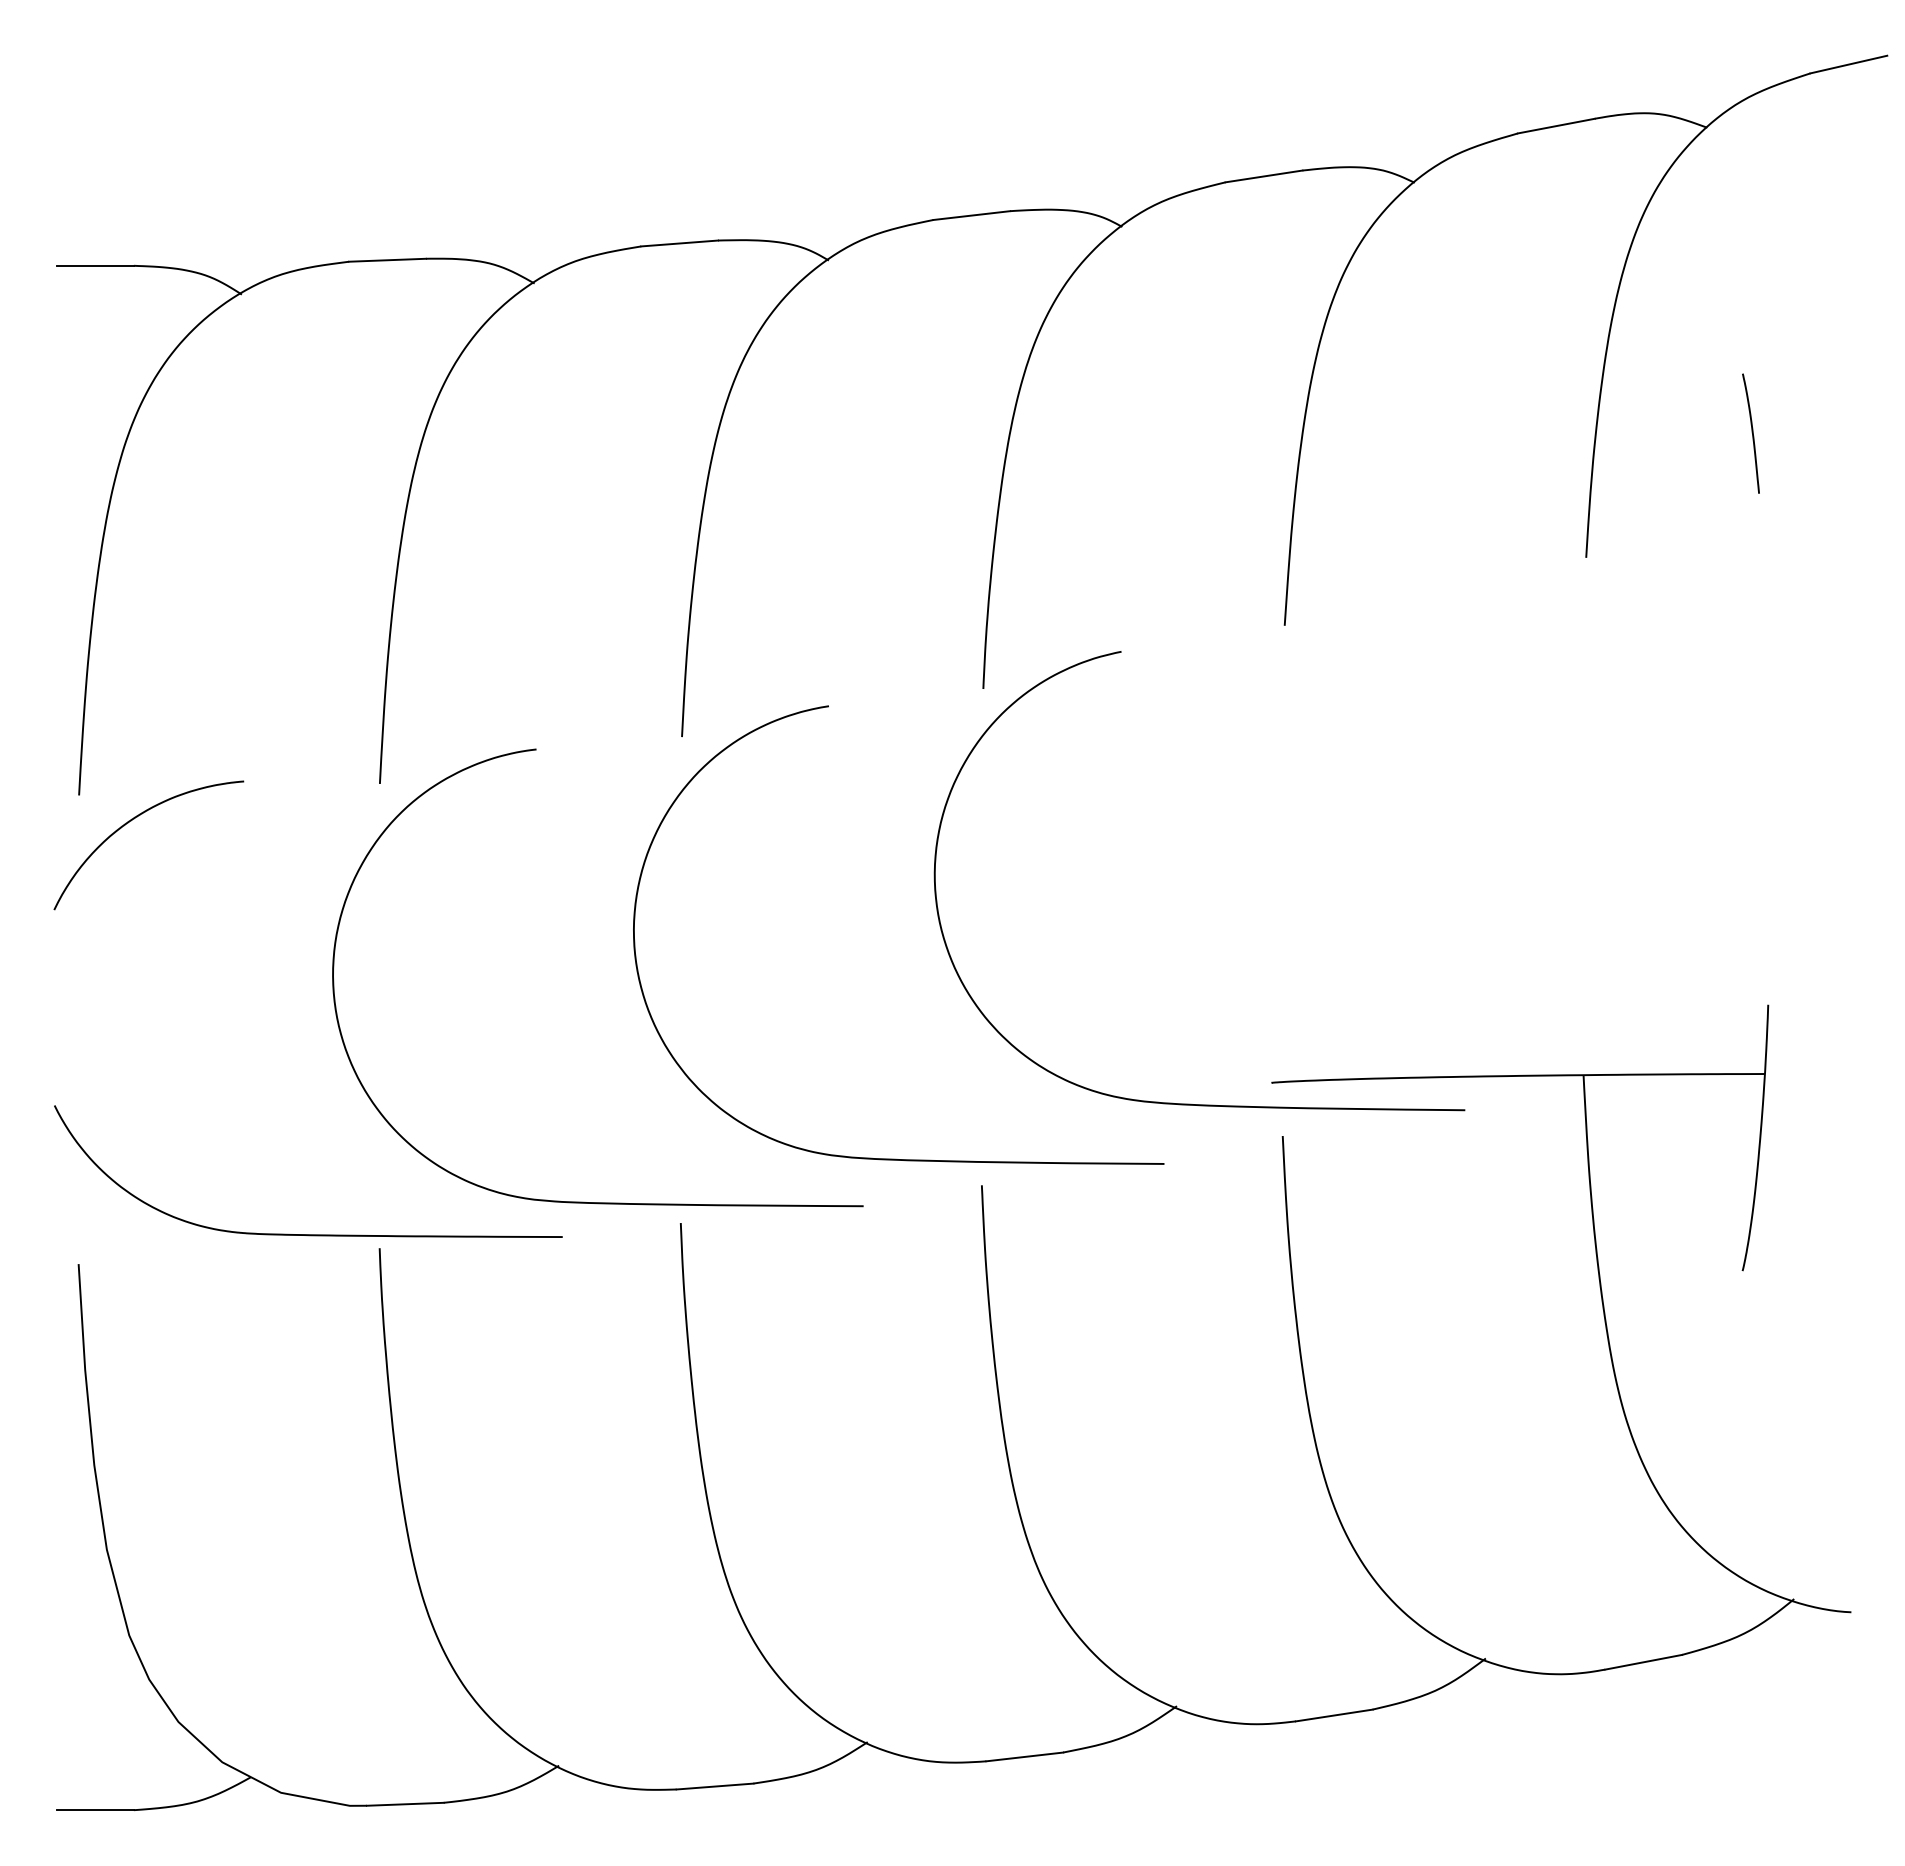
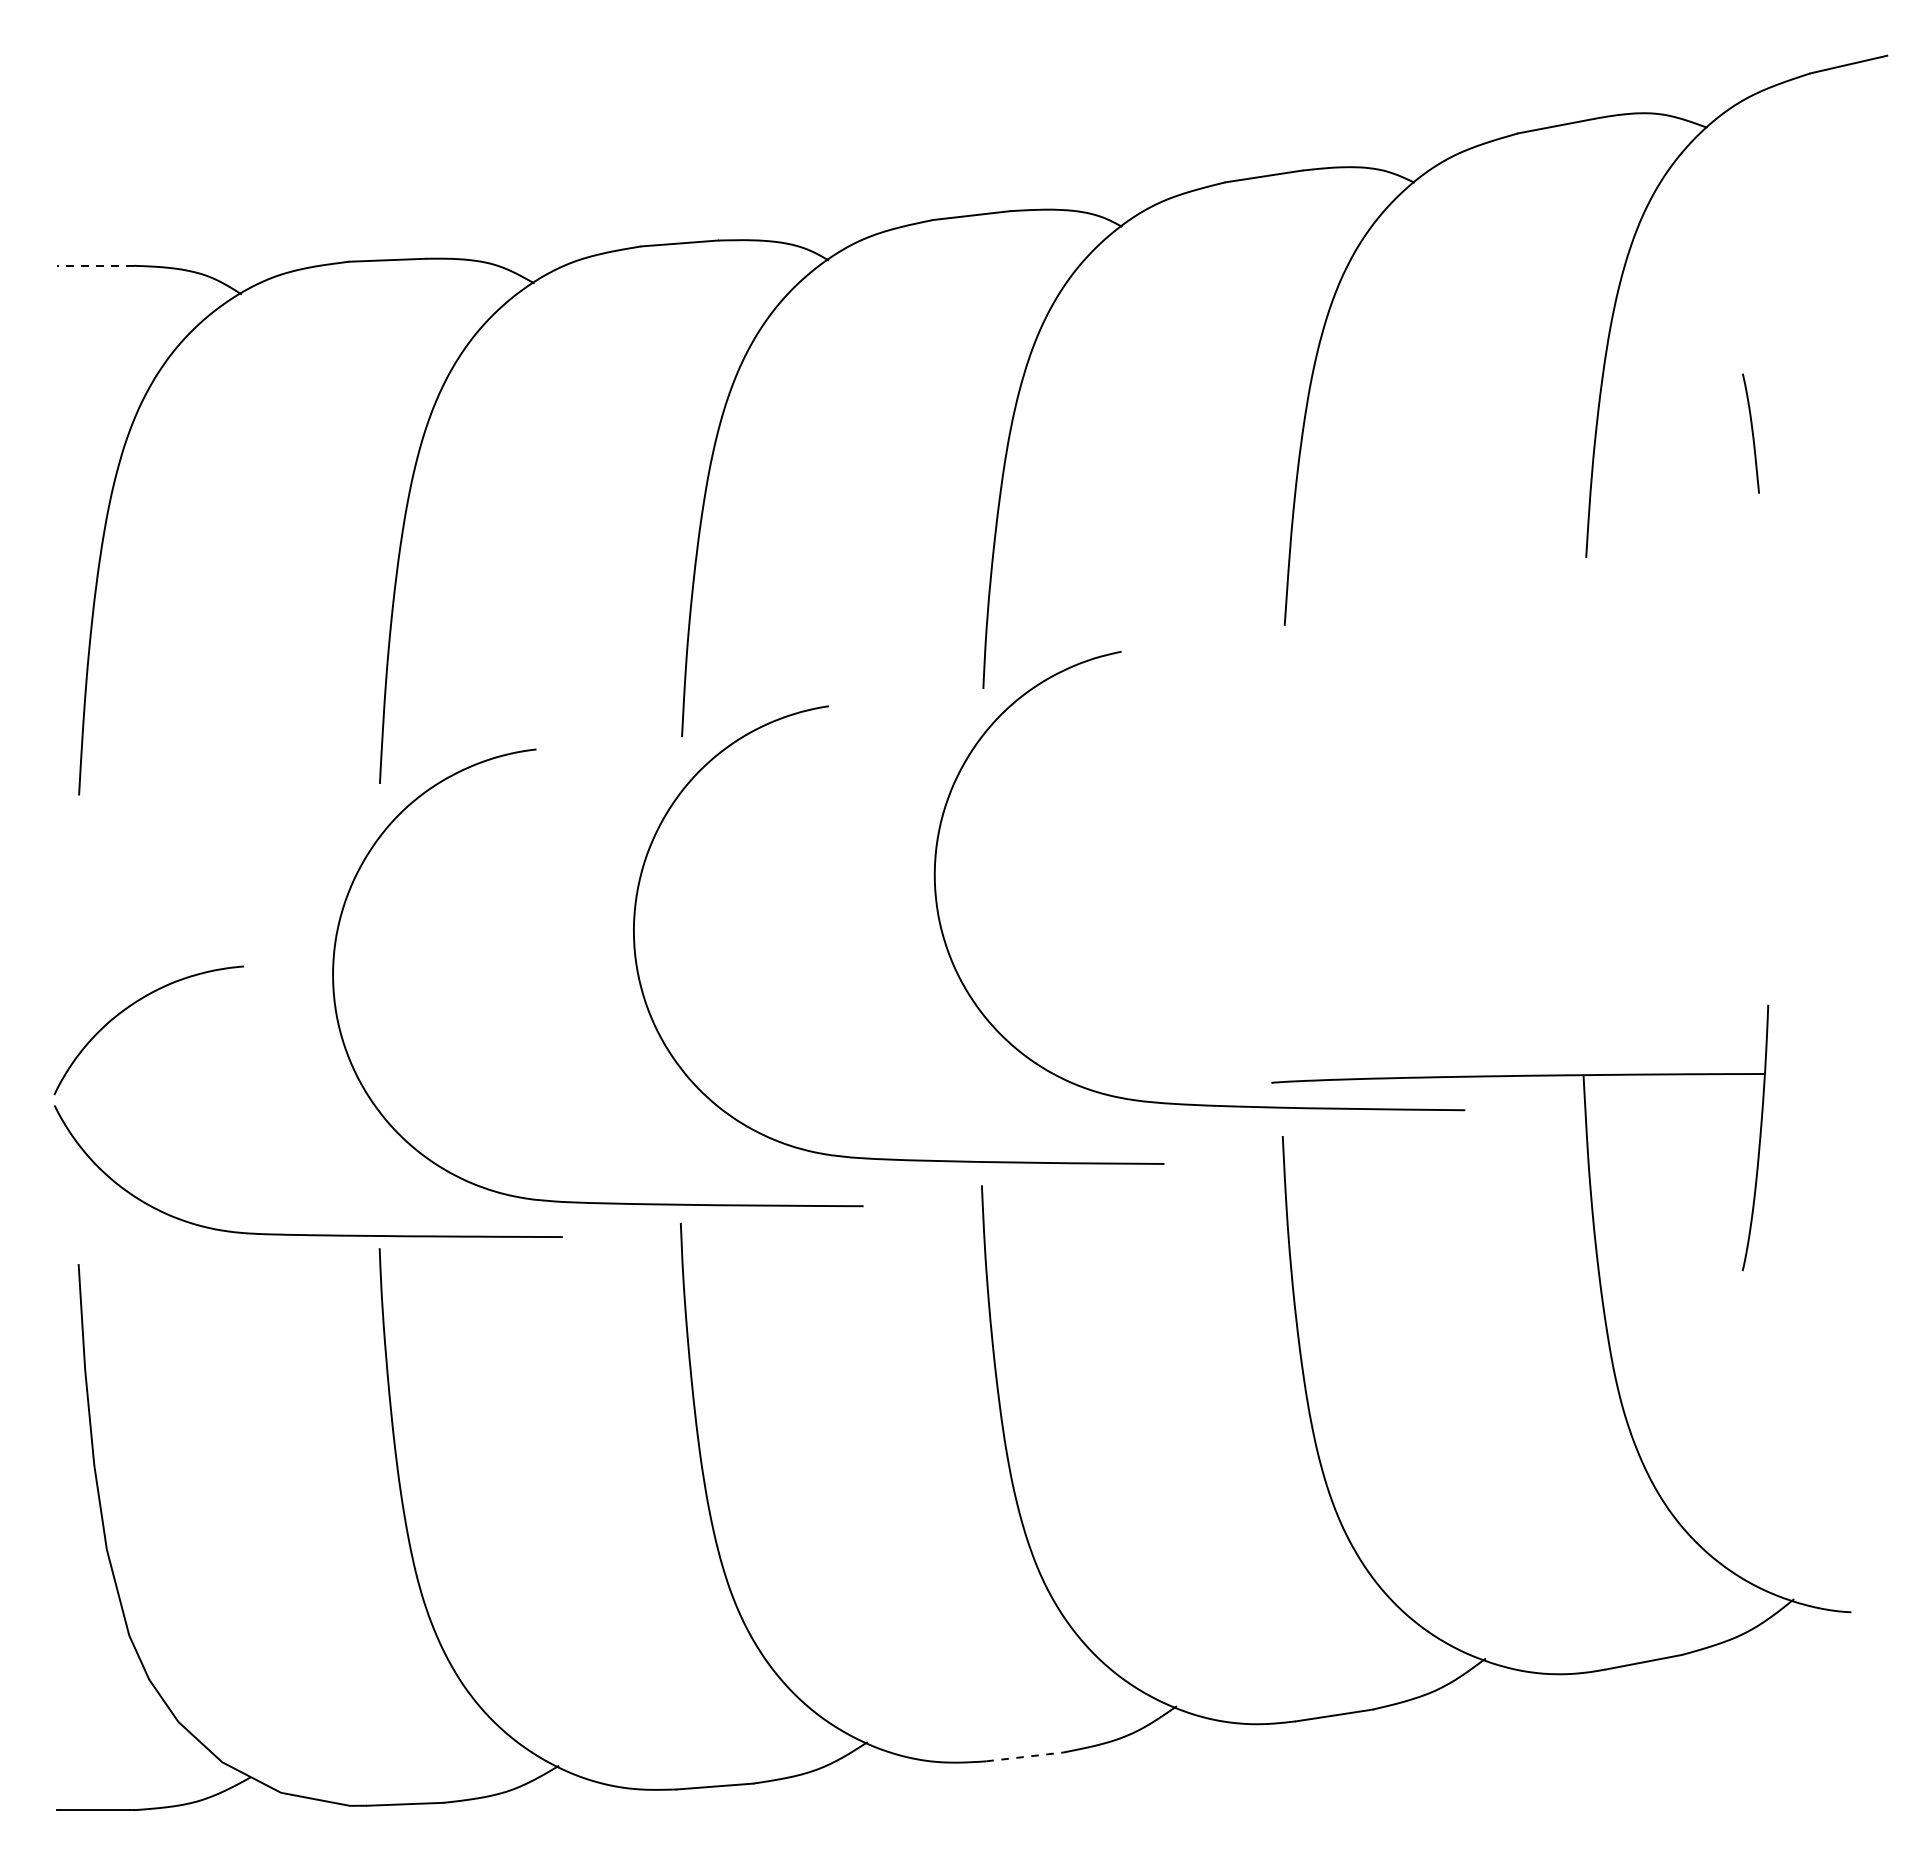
line at (95, 265): solid -> dashed
curve at (131, 821) position: (131, 821) -> (131, 1006)
line at (1024, 1756): solid -> dashed
